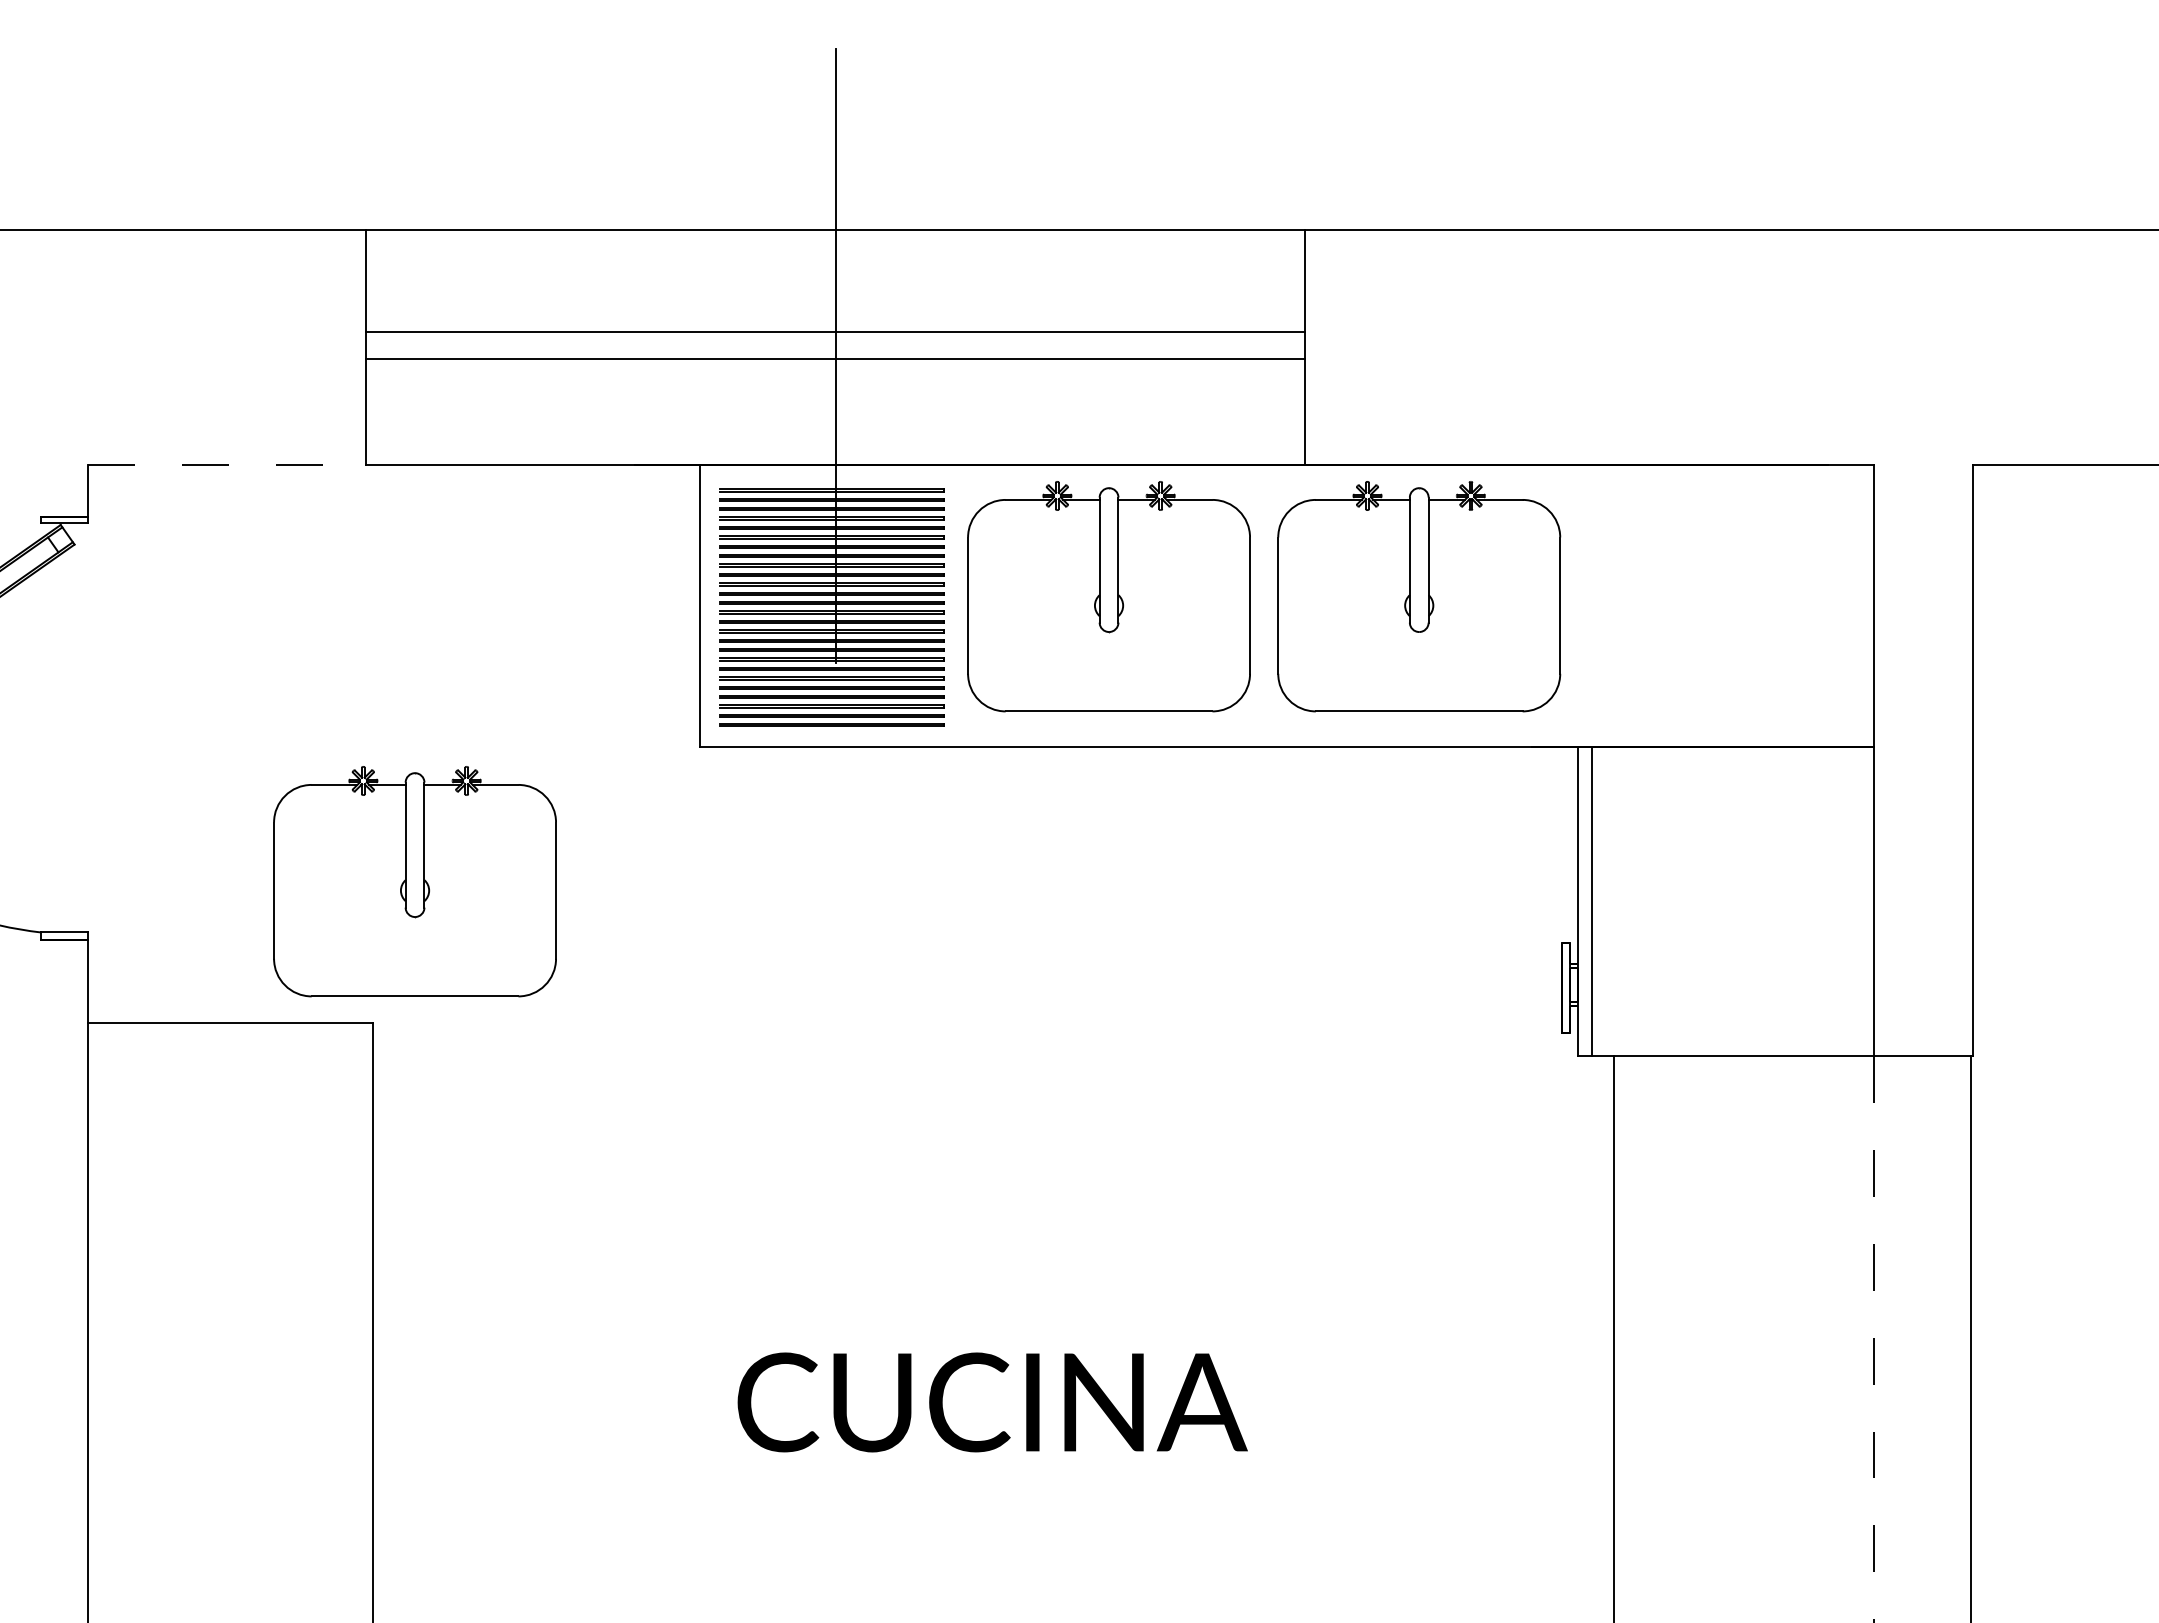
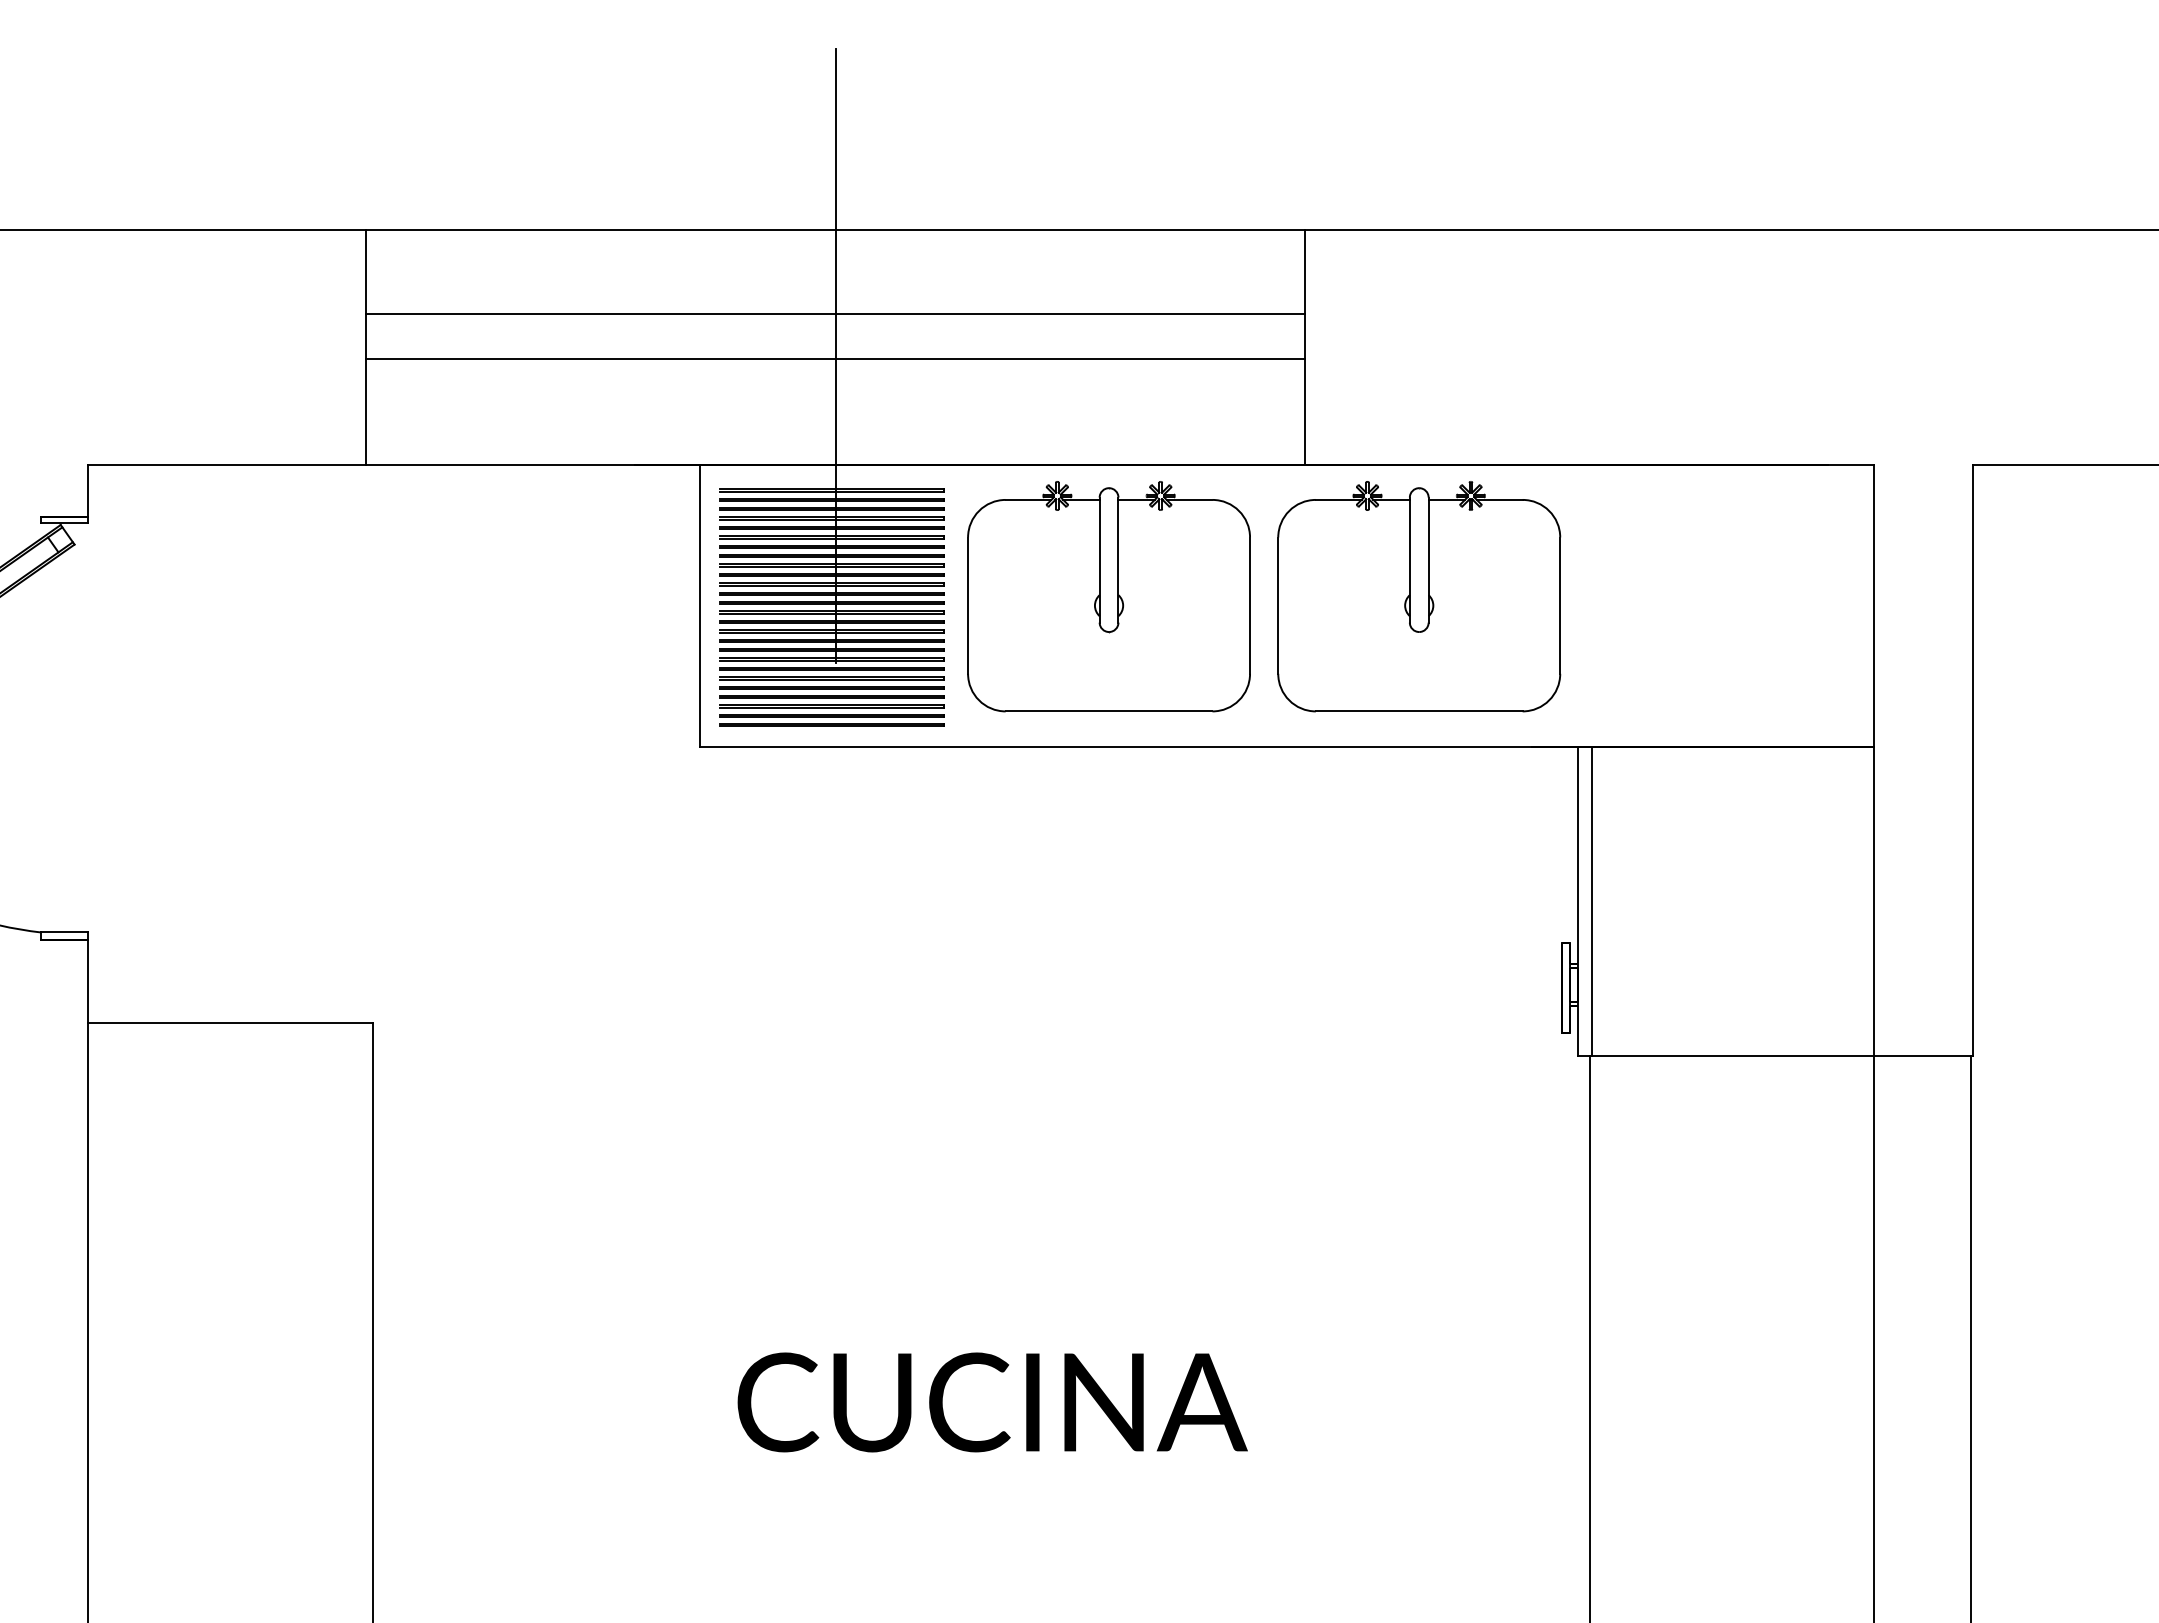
line at (835, 332) position: (835, 332) -> (835, 314)
line at (226, 464): dashed -> solid
part at (414, 881): present -> none
line at (1613, 1337) position: (1613, 1337) -> (1589, 1337)
line at (1874, 1339): dashed -> solid
